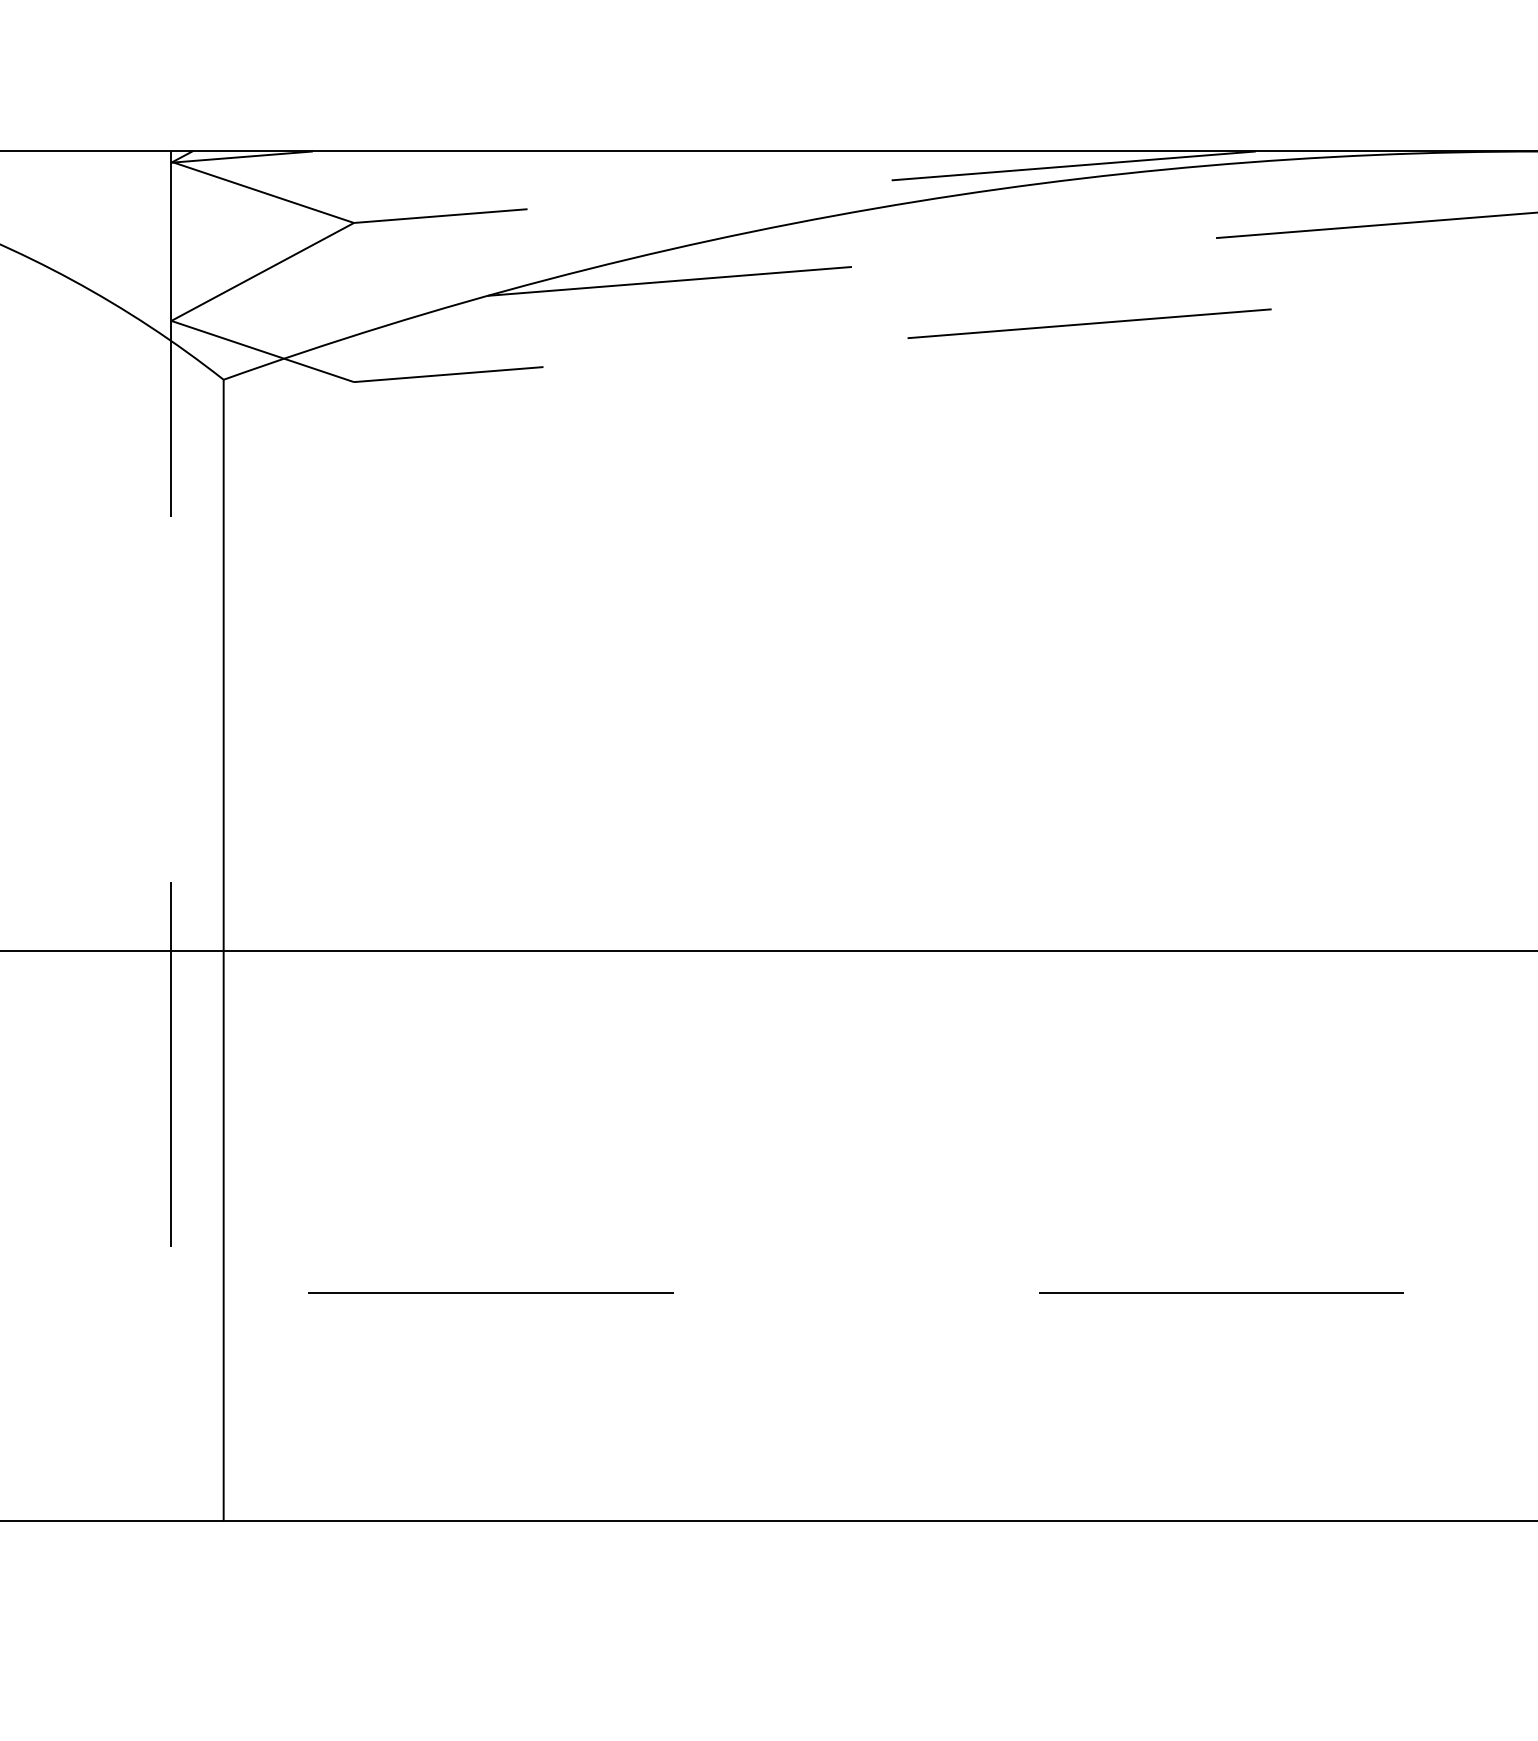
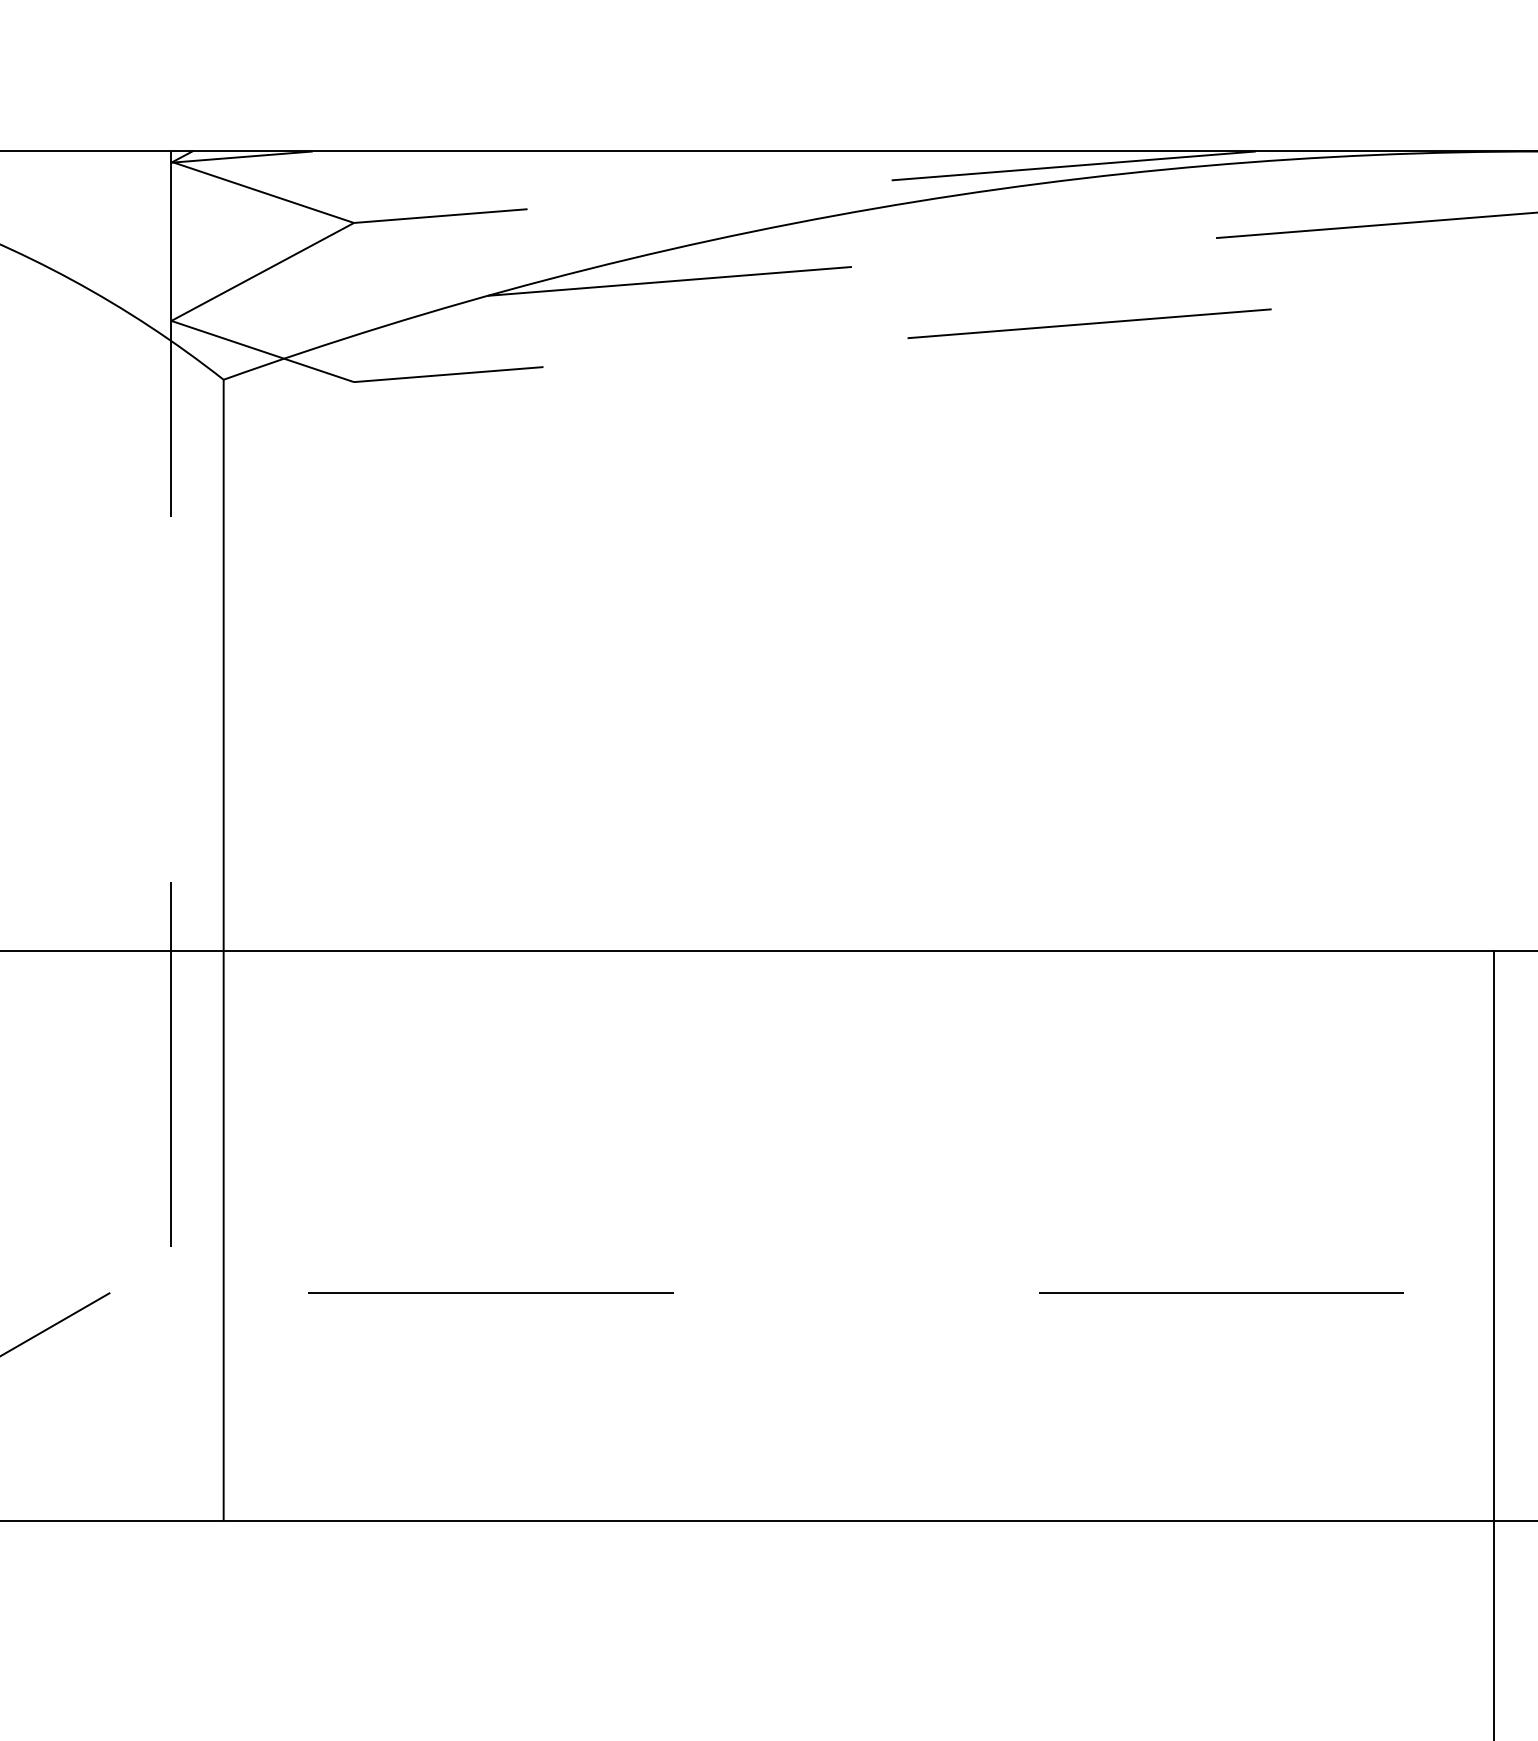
line at (56, 1323): none -> present
line at (1493, 1344): none -> present
